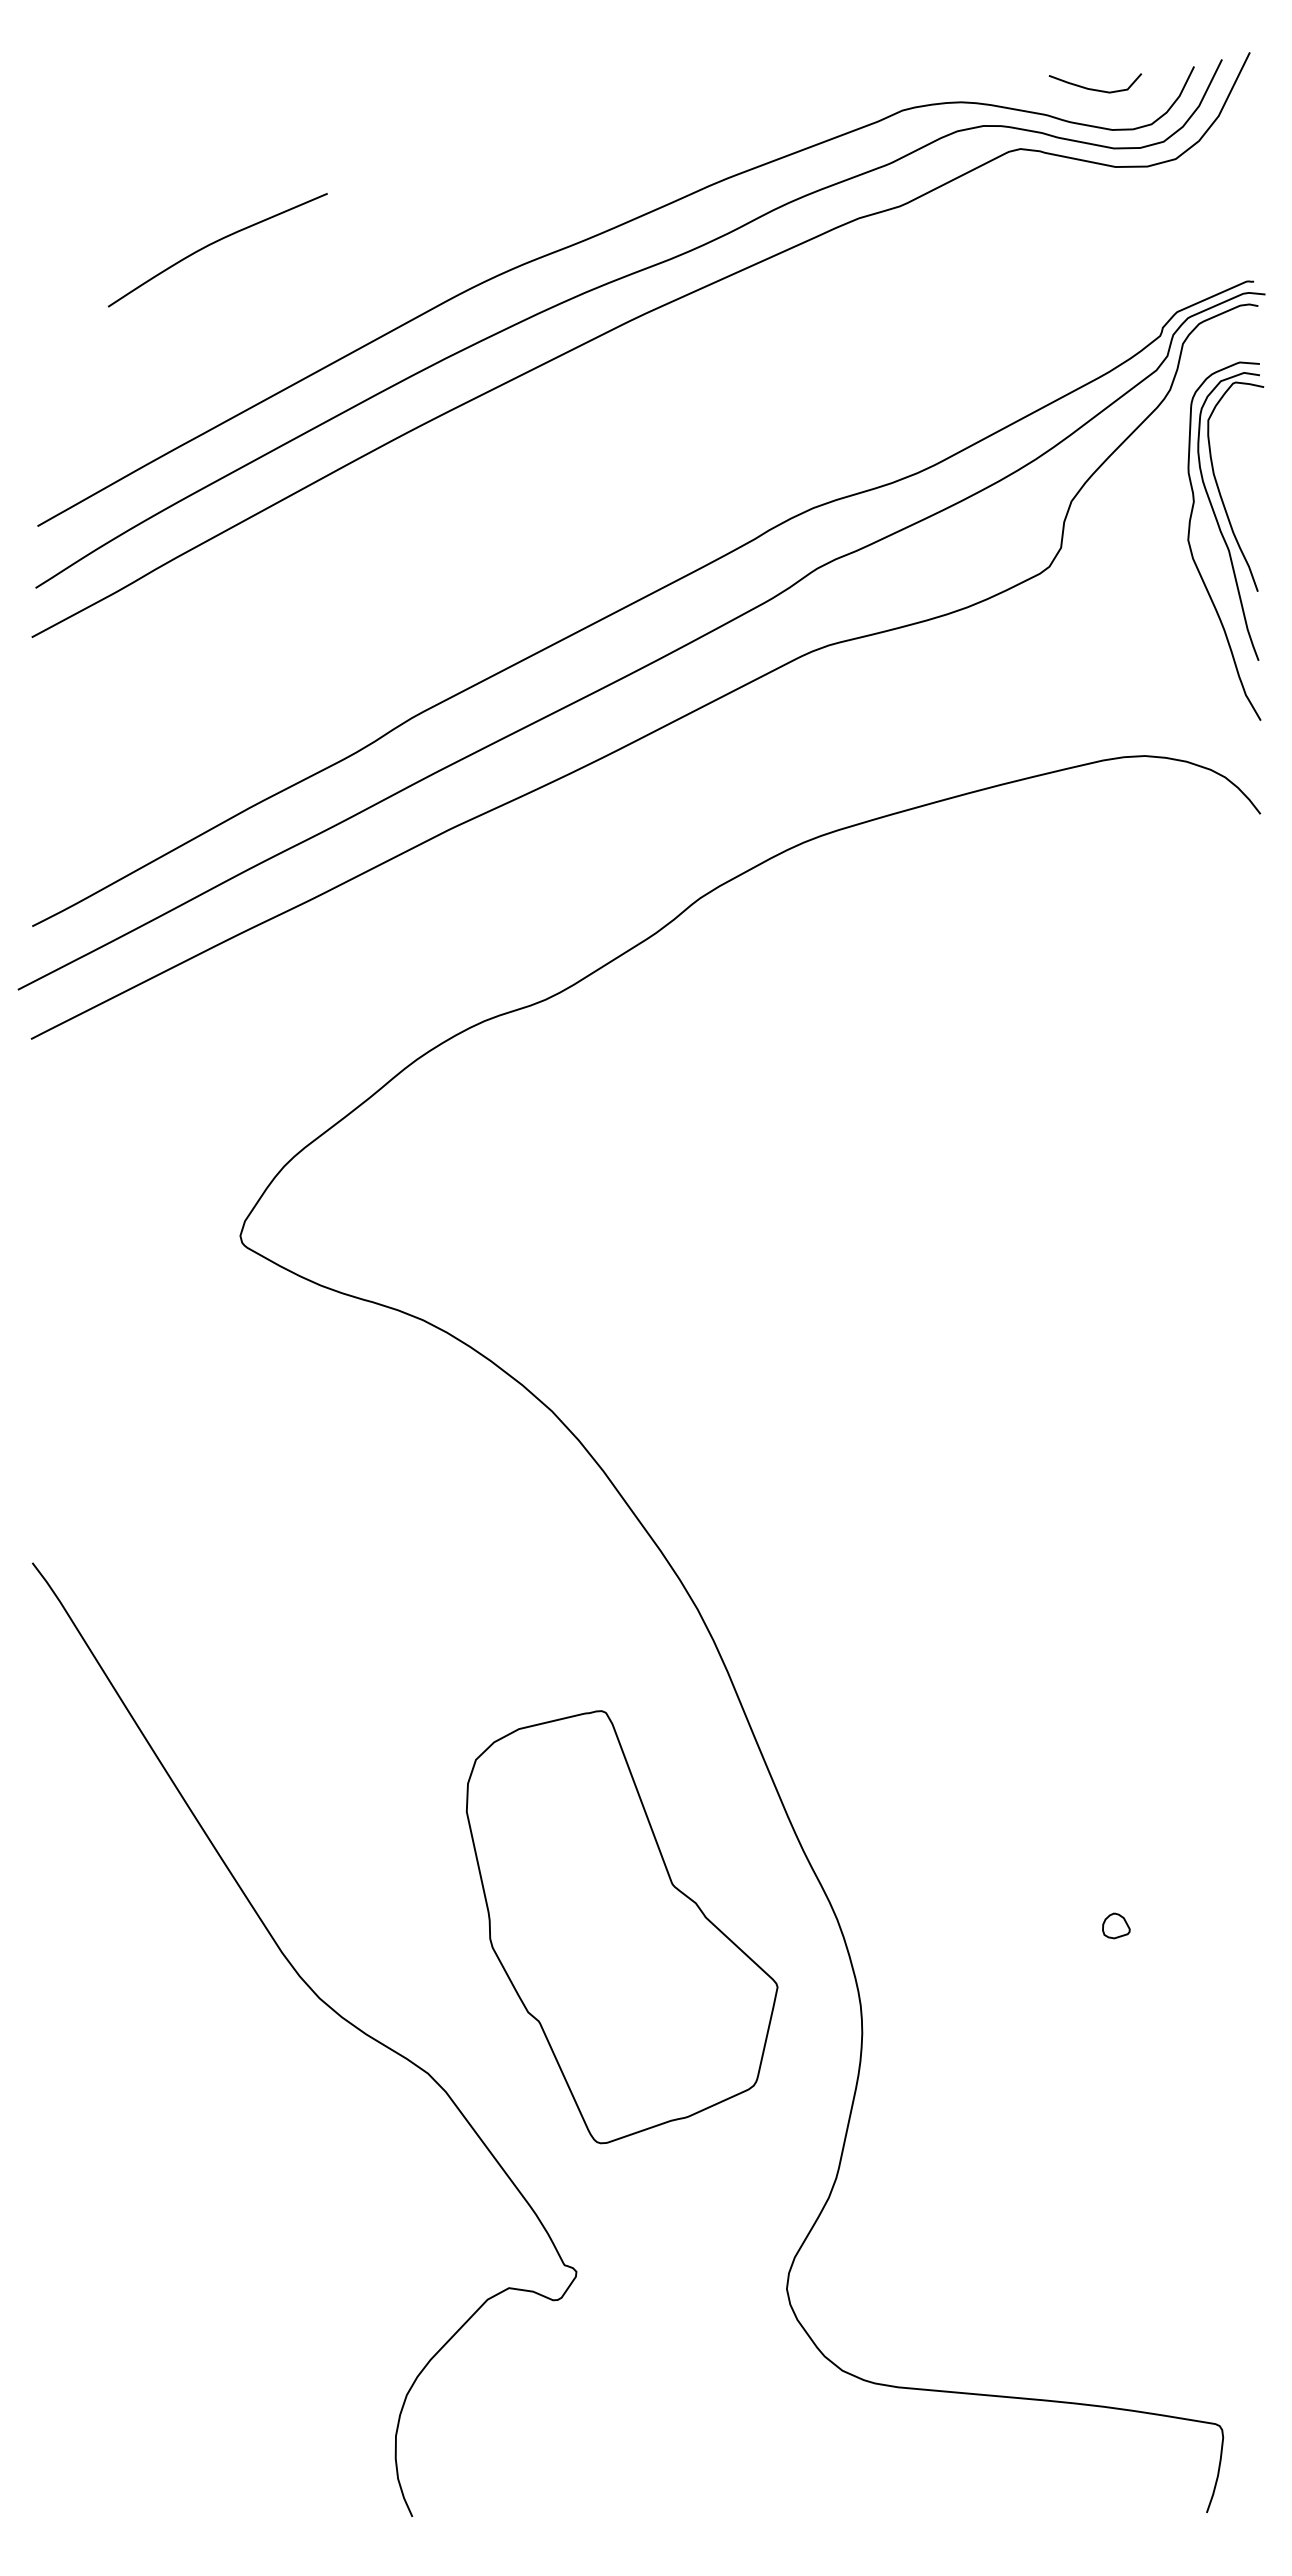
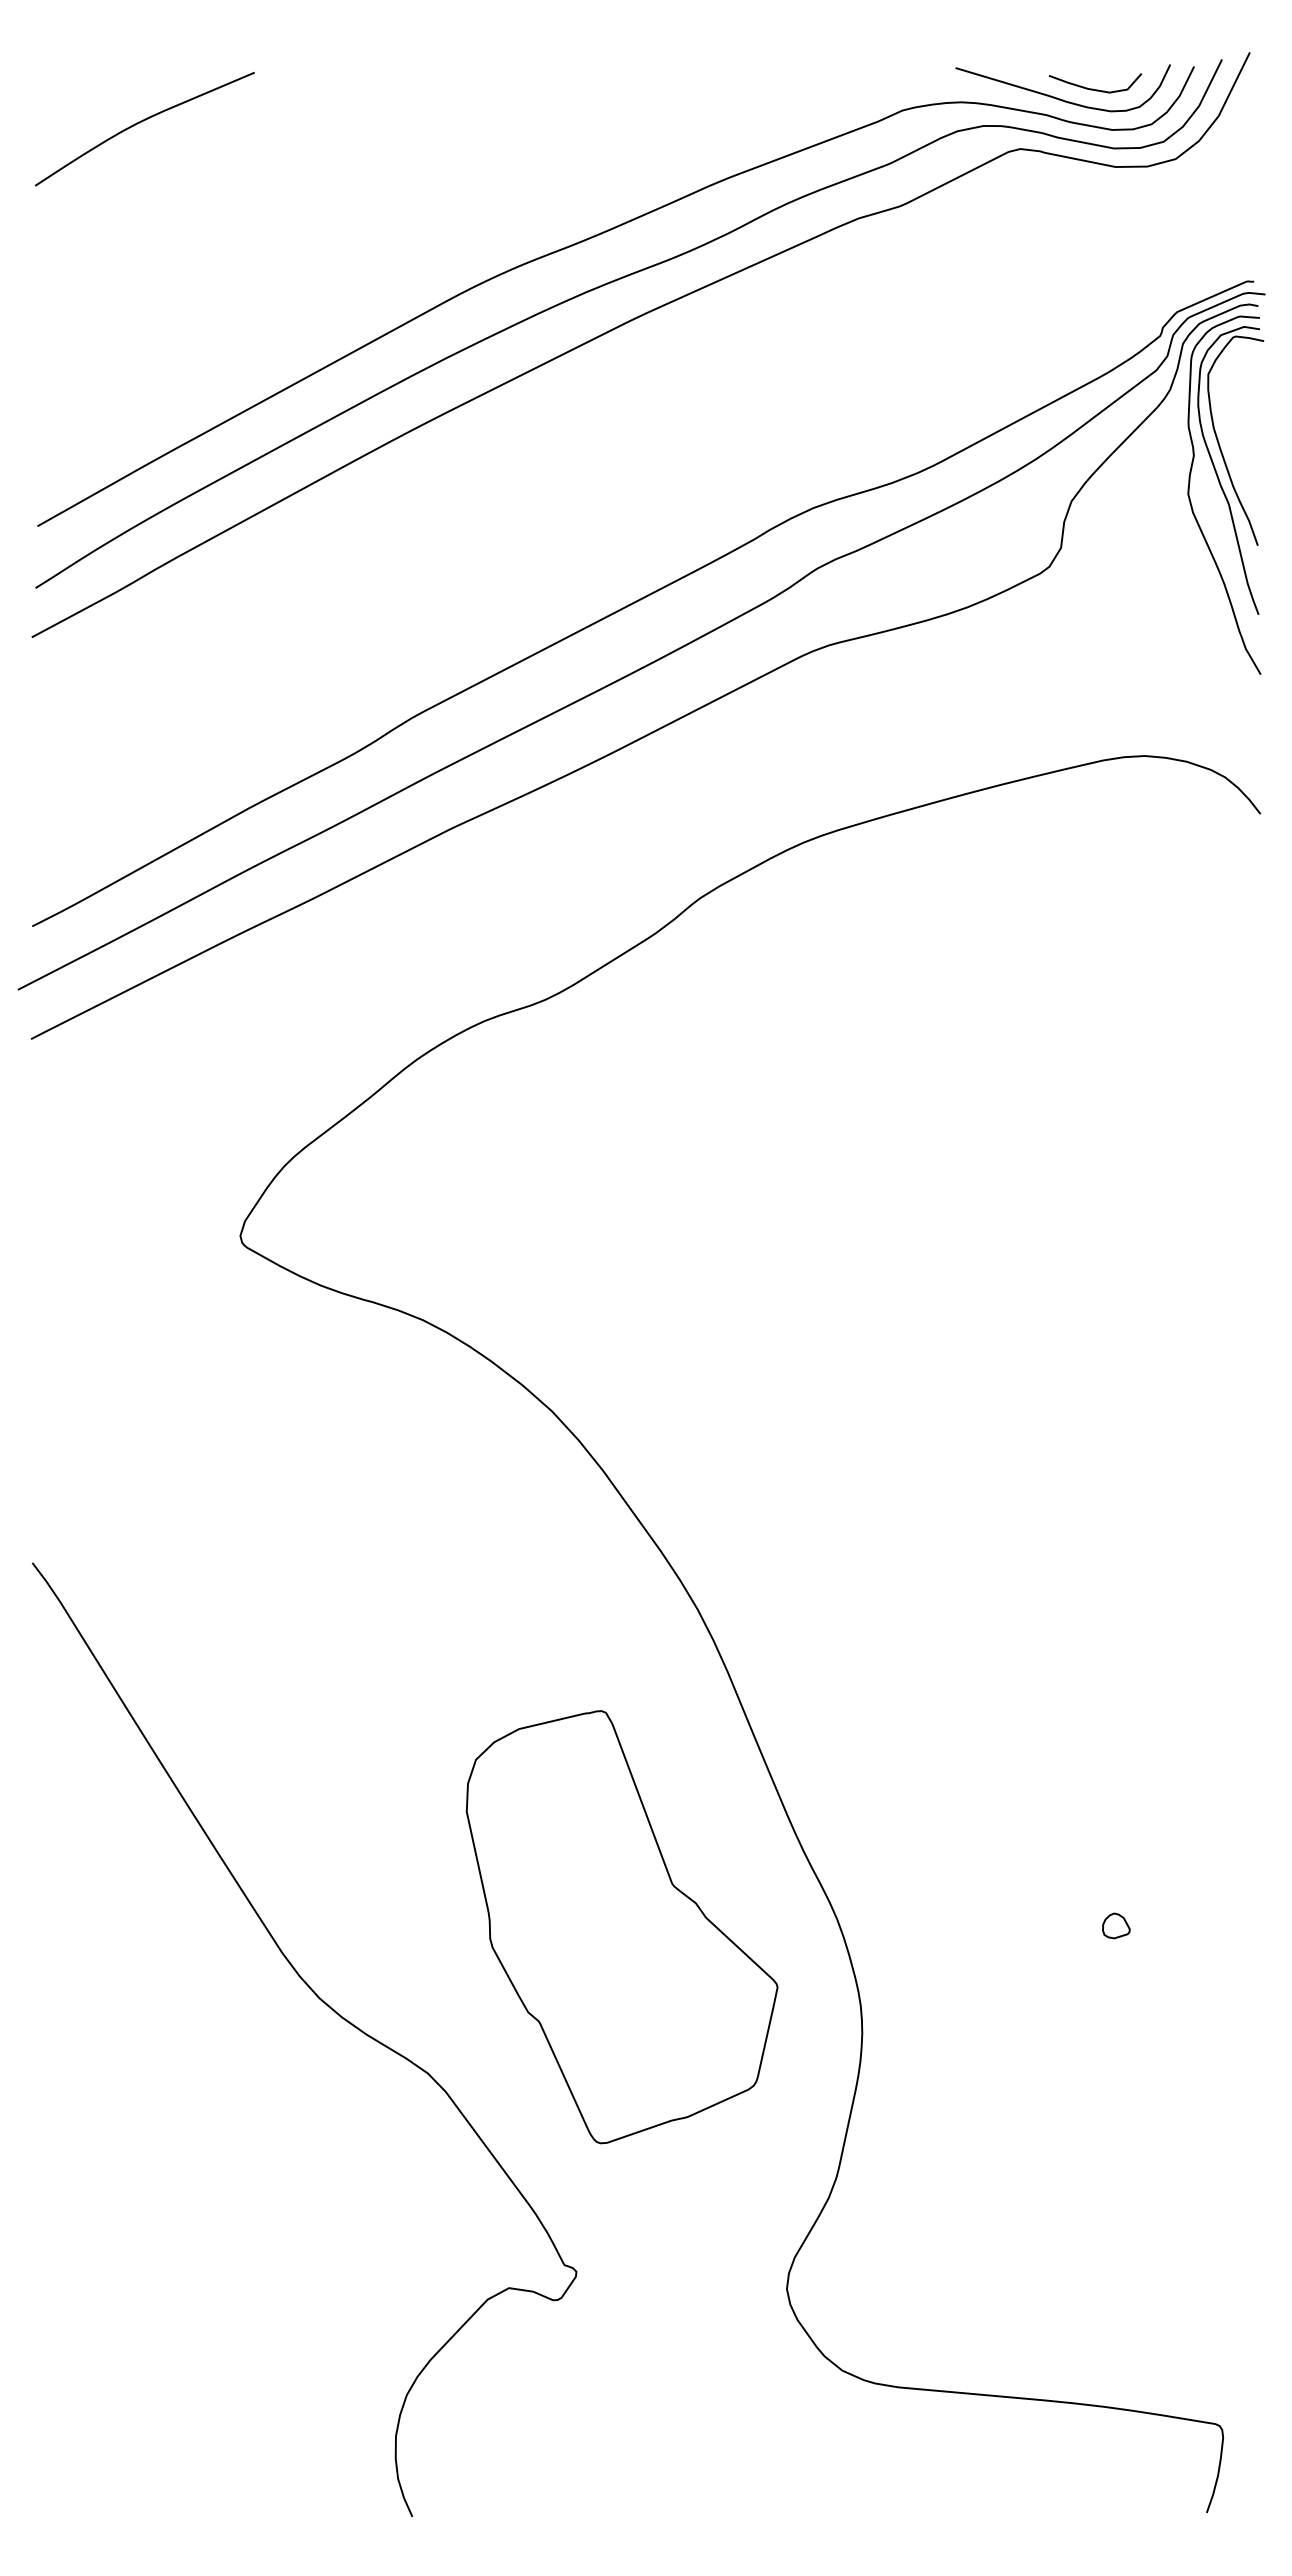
curve at (1060, 98): none -> present
curve at (214, 243) position: (214, 243) -> (141, 122)
part at (1225, 540) position: (1225, 540) -> (1225, 494)
